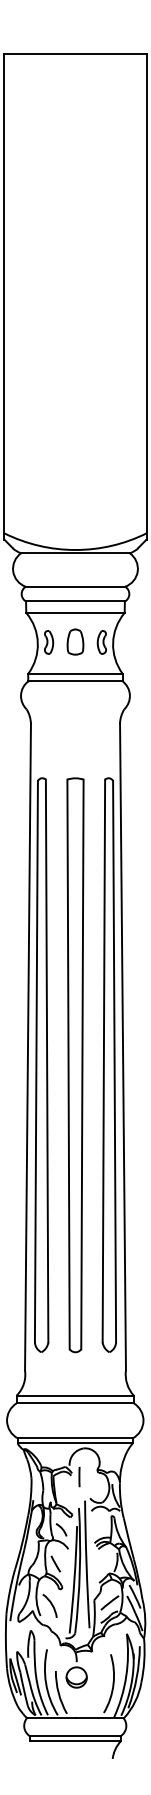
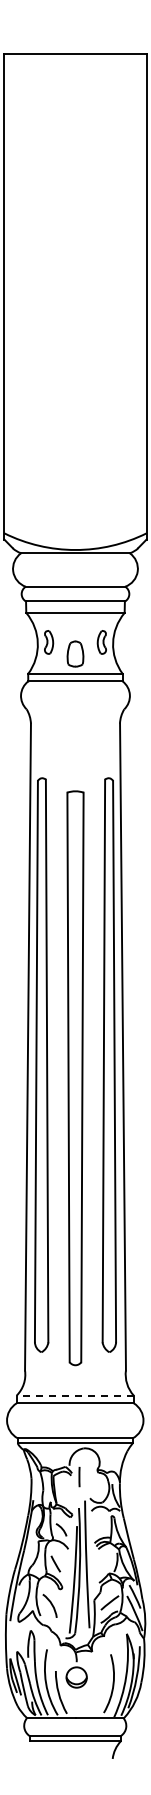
part at (75, 641) position: (75, 641) -> (75, 653)
part at (75, 1065) position: (75, 1065) -> (75, 1078)
line at (74, 1395): solid -> dashed
